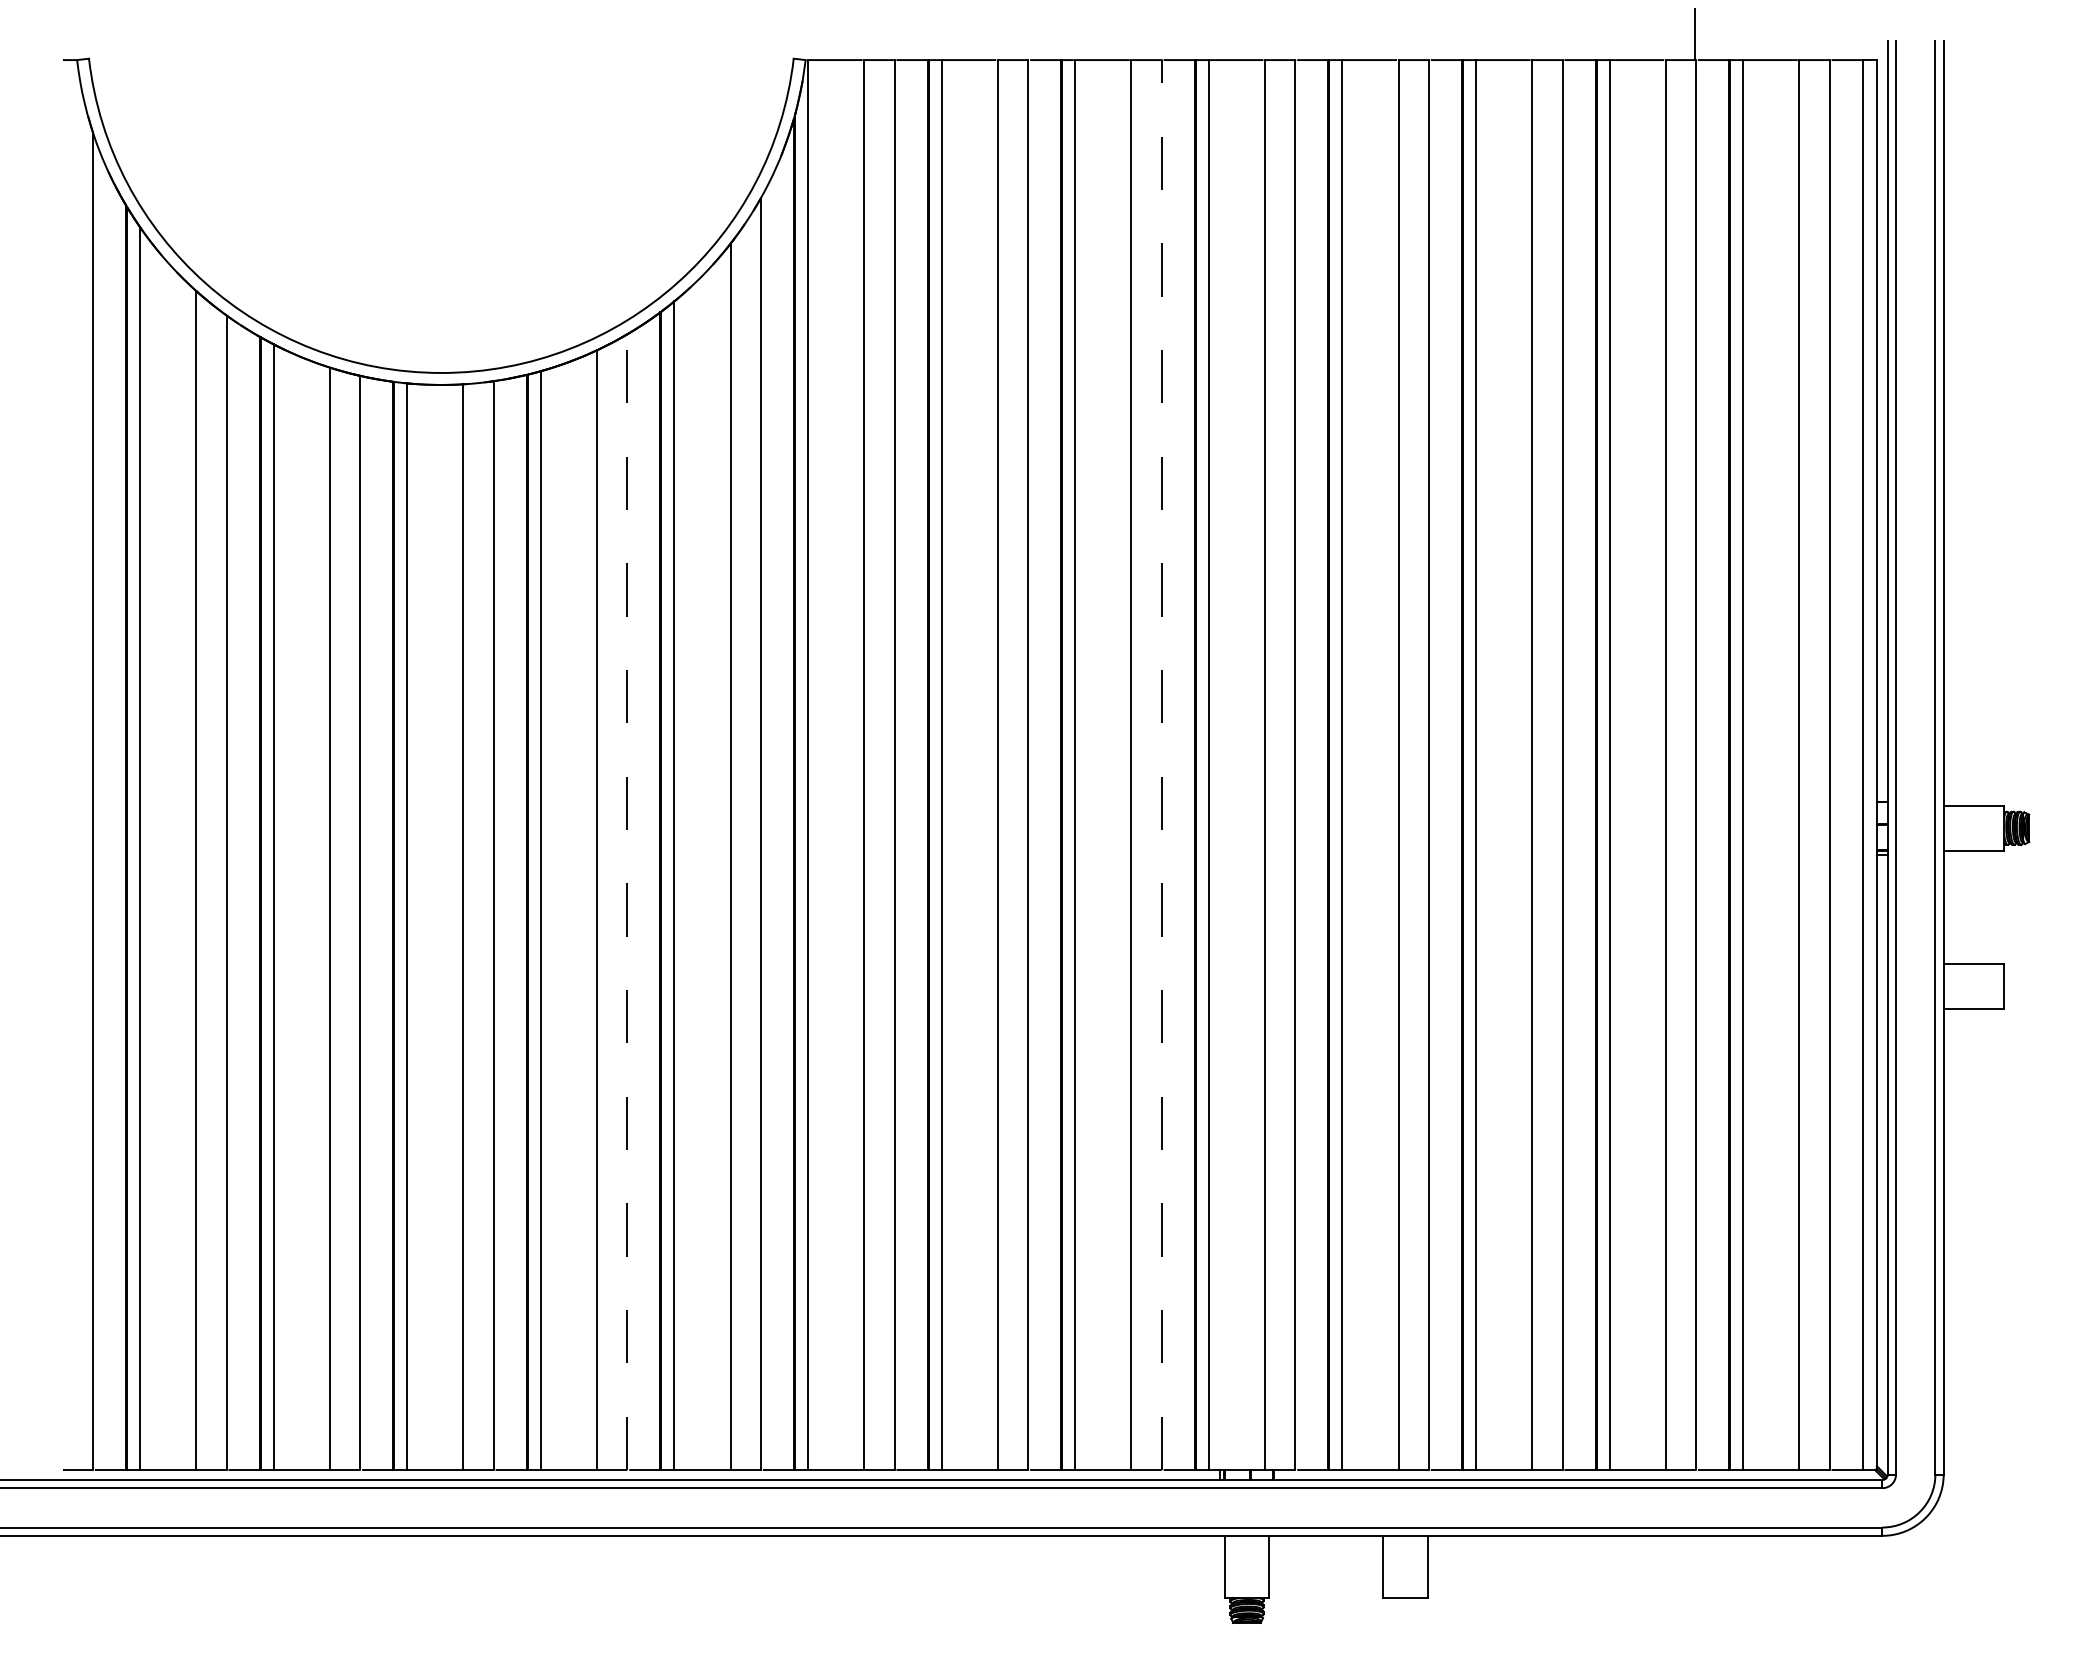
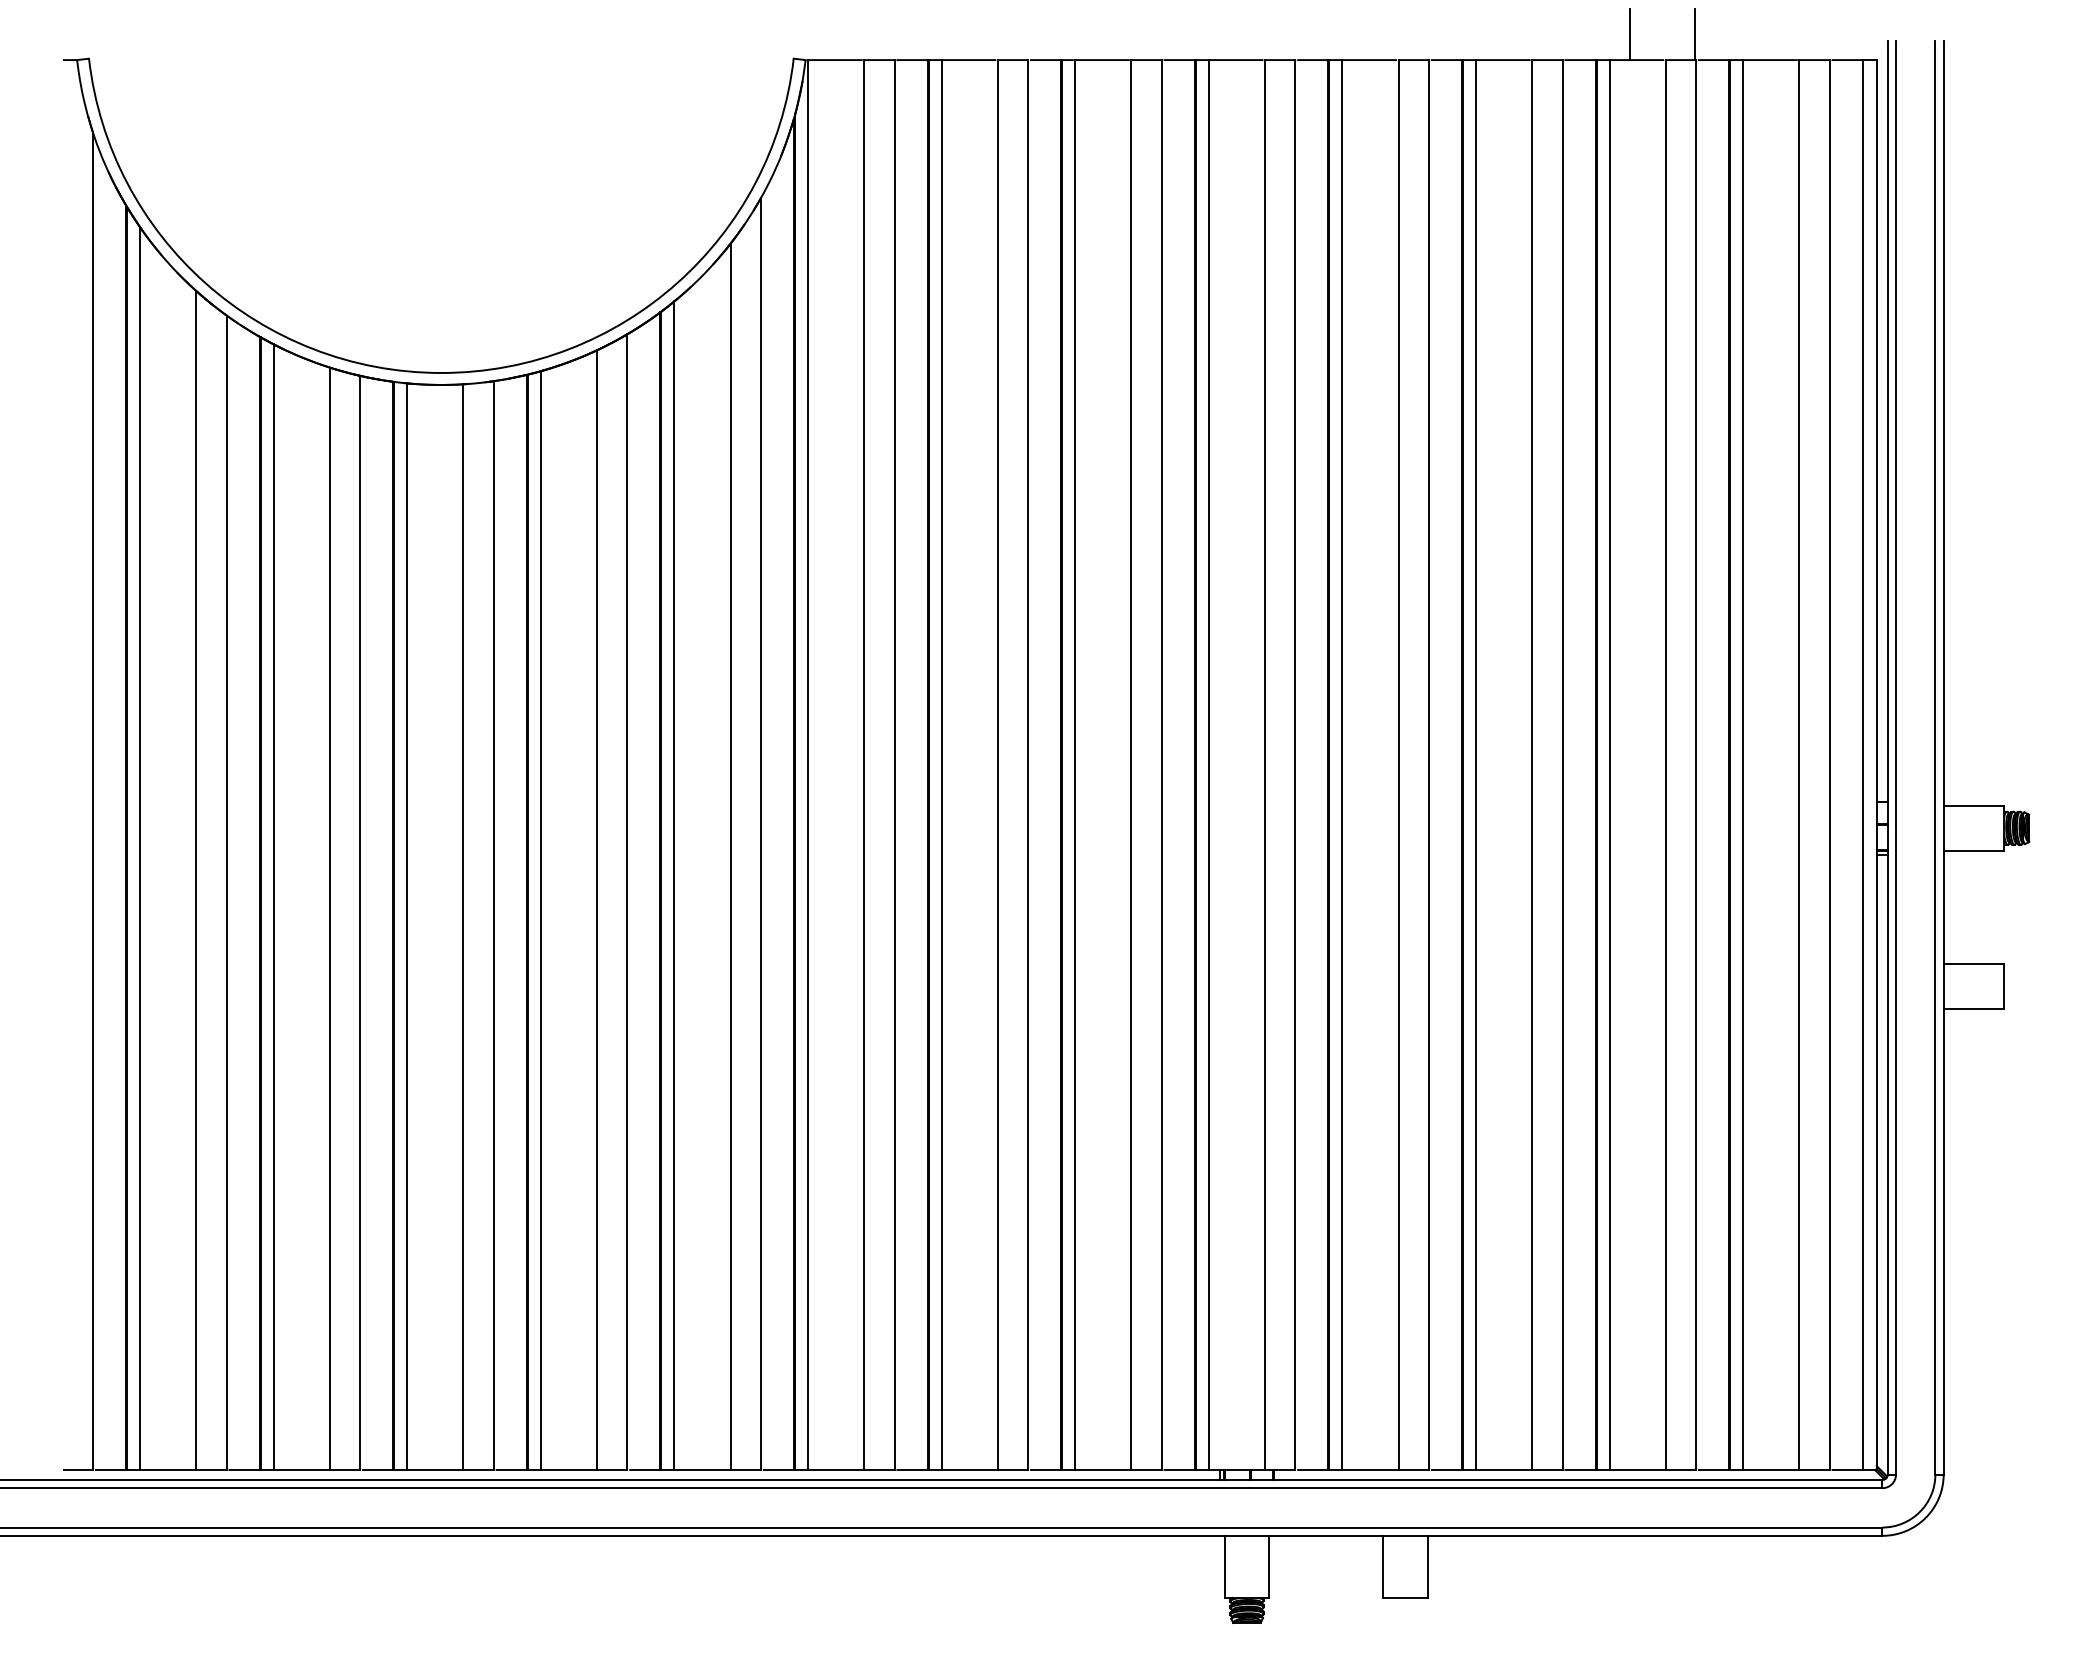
line at (1629, 34): none -> present
line at (1161, 765): dashed -> solid
line at (627, 902): dashed -> solid
